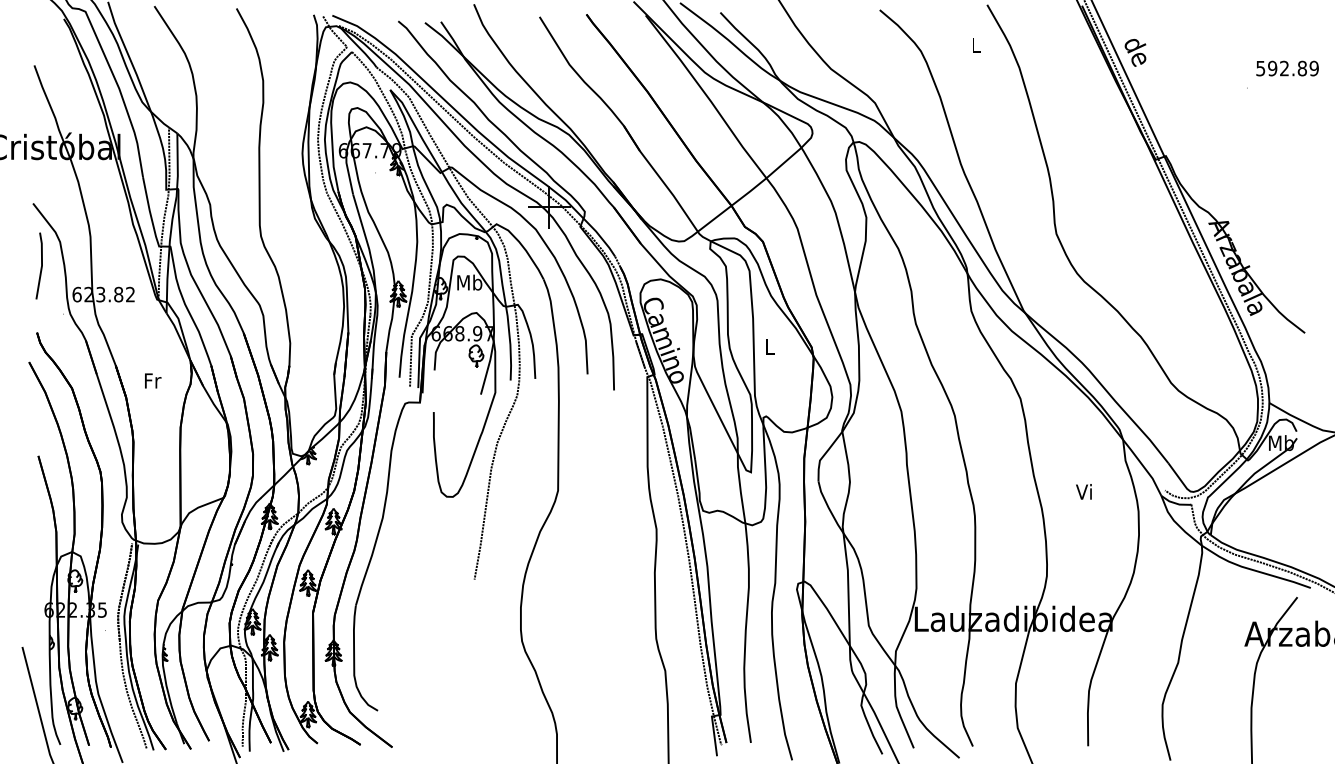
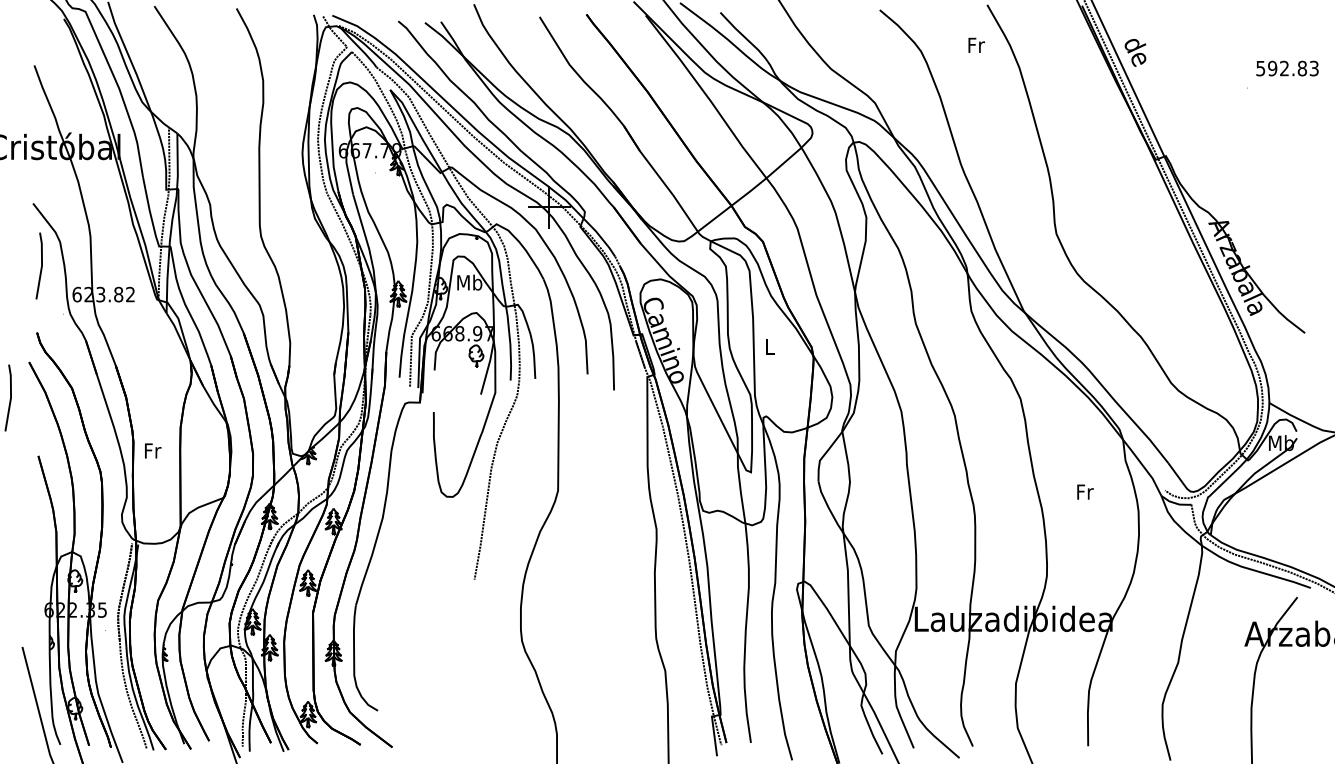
text at (976, 44): L -> Fr
text at (1313, 68): 592.89 -> 592.83
text at (153, 380) position: (153, 380) -> (153, 450)
line at (9, 399): none -> present
text at (1084, 491): Vi -> Fr
